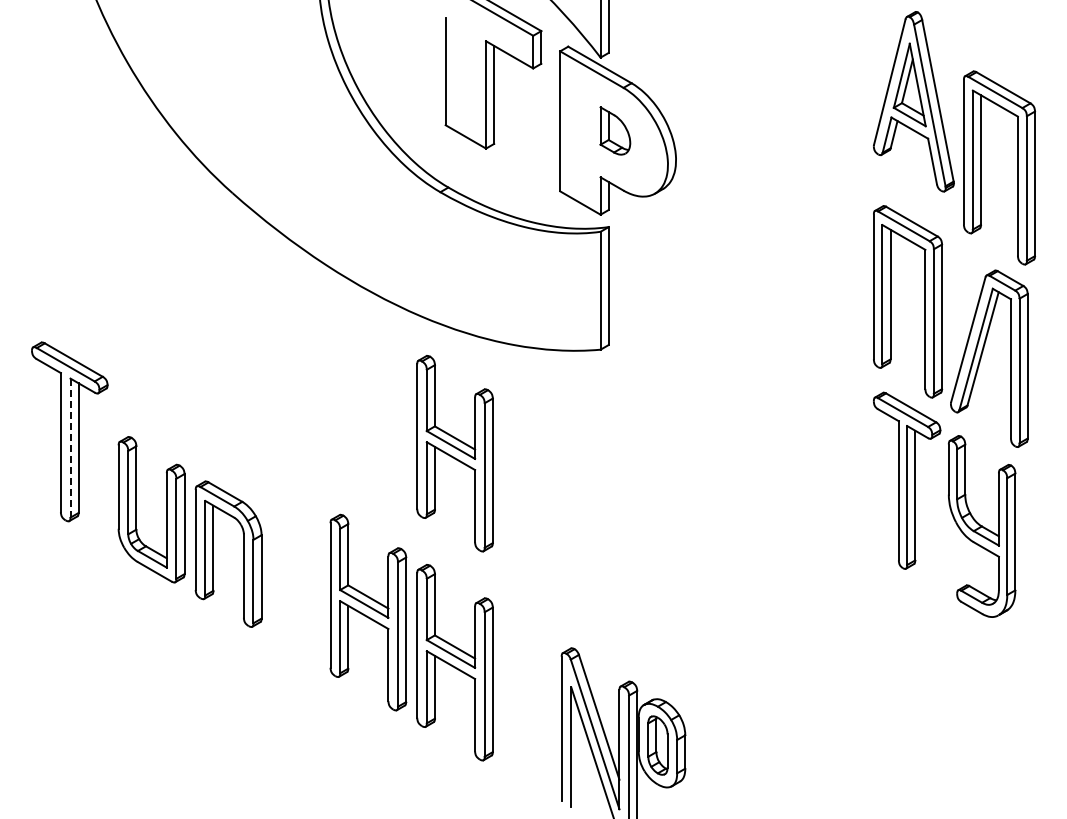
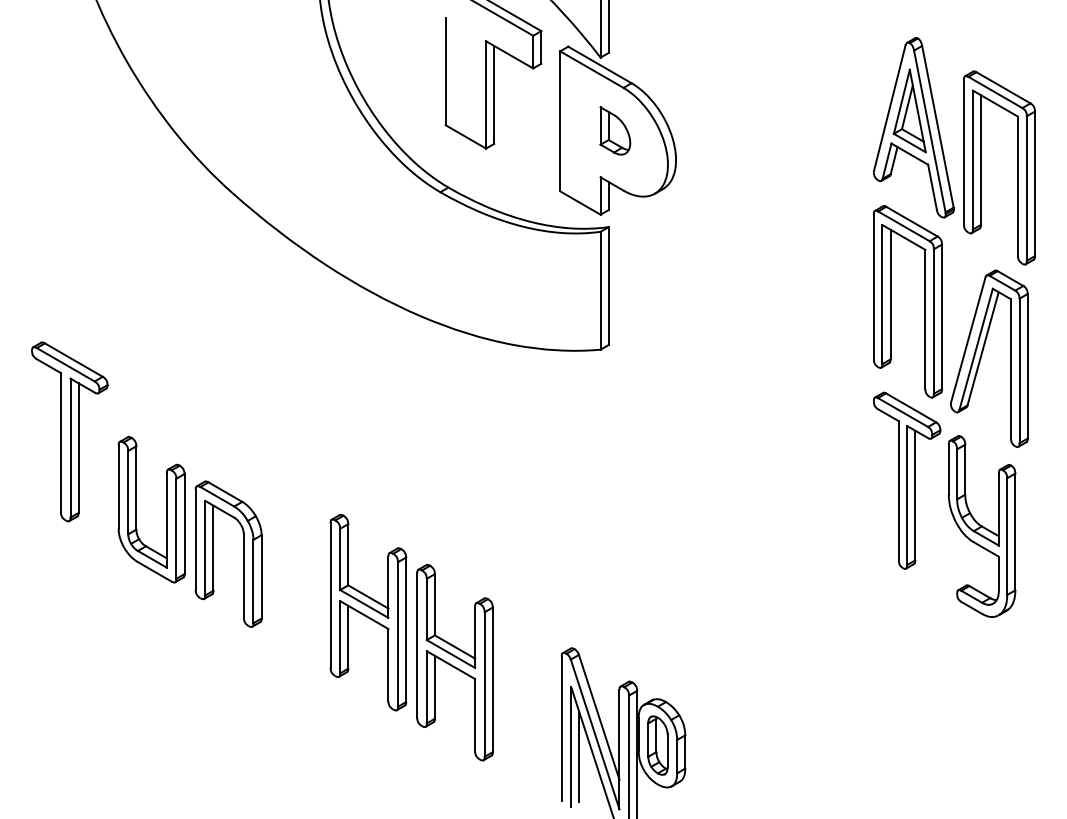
part at (913, 101) position: (913, 101) -> (913, 127)
line at (70, 448): dashed -> solid
part at (454, 453): present -> none
line at (579, 757): none -> present
